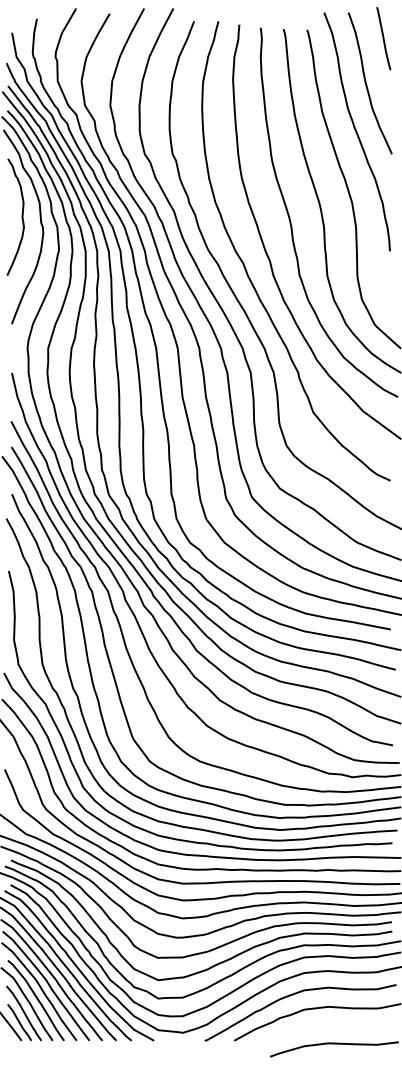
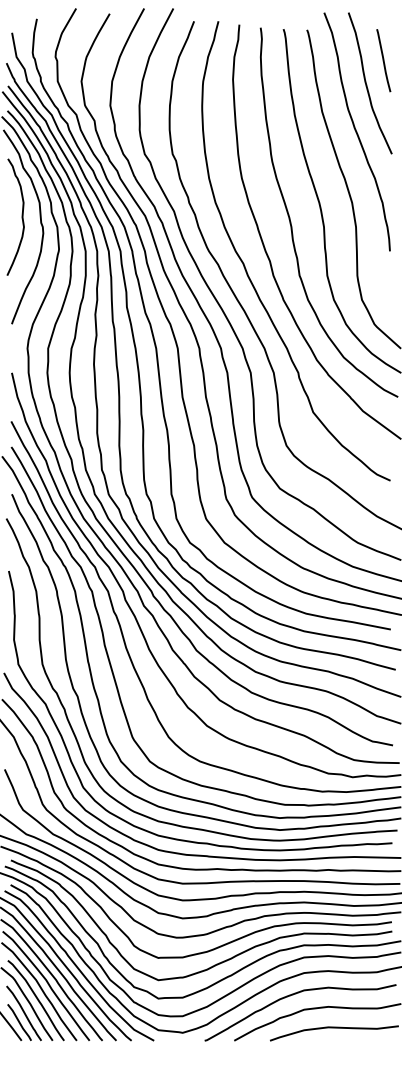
line at (383, 38) position: (383, 38) -> (383, 60)
curve at (334, 1044) position: (334, 1044) -> (334, 1028)
